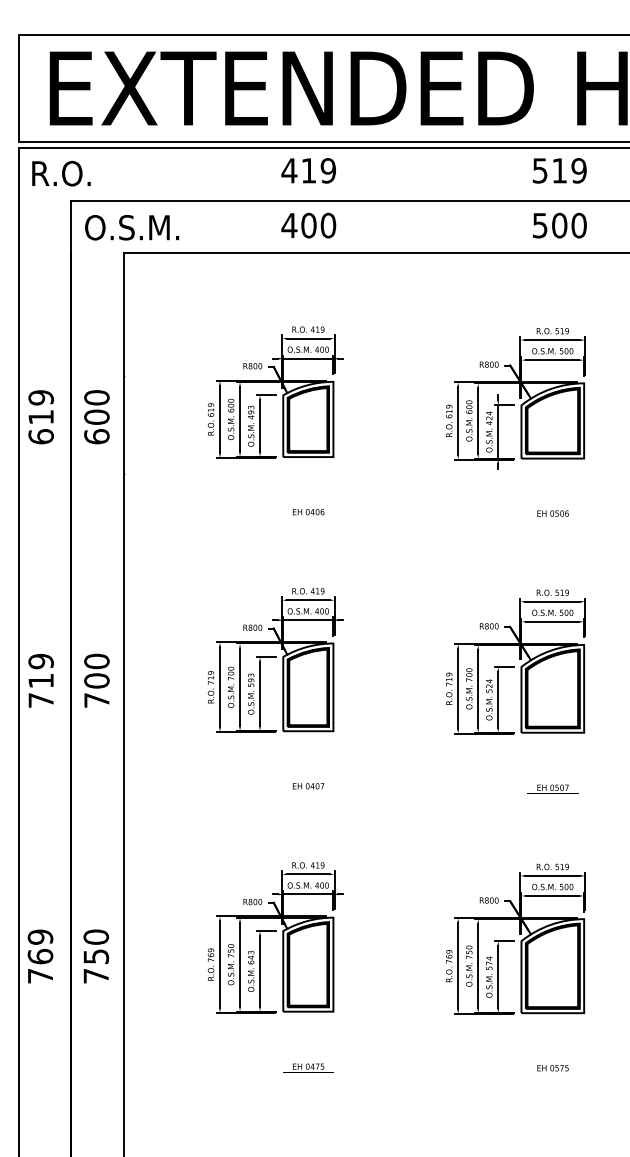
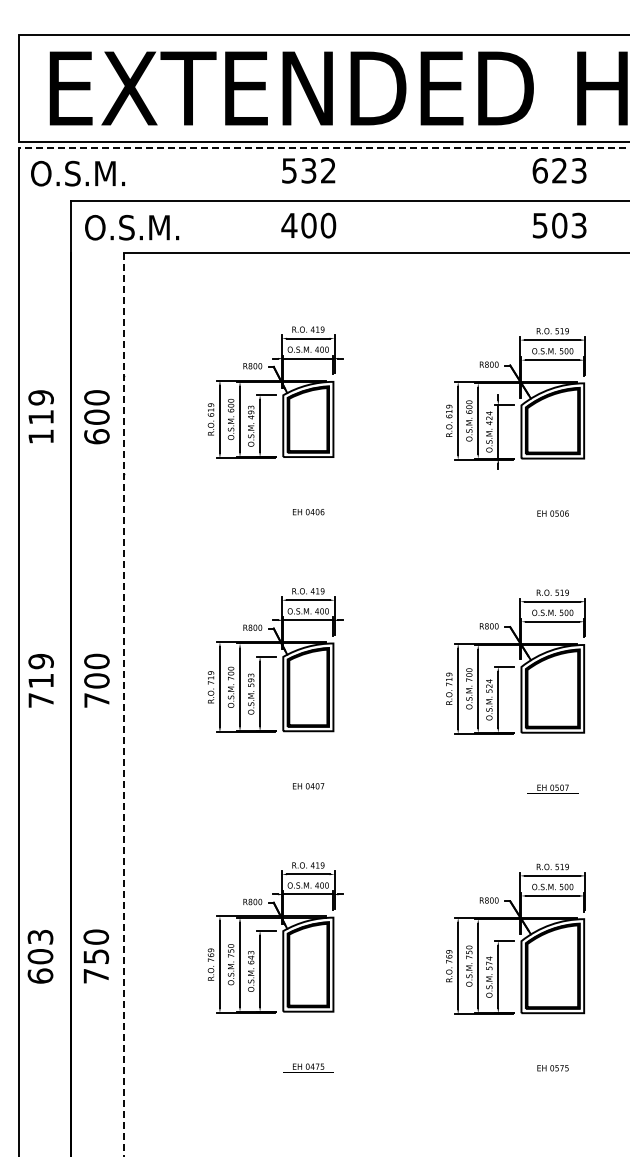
line at (323, 148): solid -> dashed
text at (308, 170): 419 -> 532
text at (559, 170): 519 -> 623
text at (78, 173): R.O. -> O.S.M.
text at (578, 225): 500 -> 503
text at (40, 436): 619 -> 119
line at (123, 705): solid -> dashed
text at (40, 956): 769 -> 603
